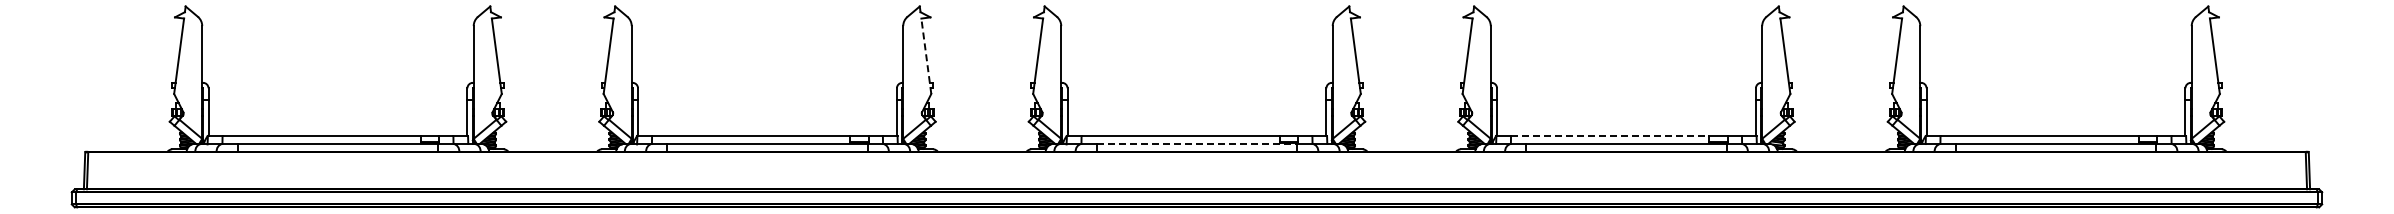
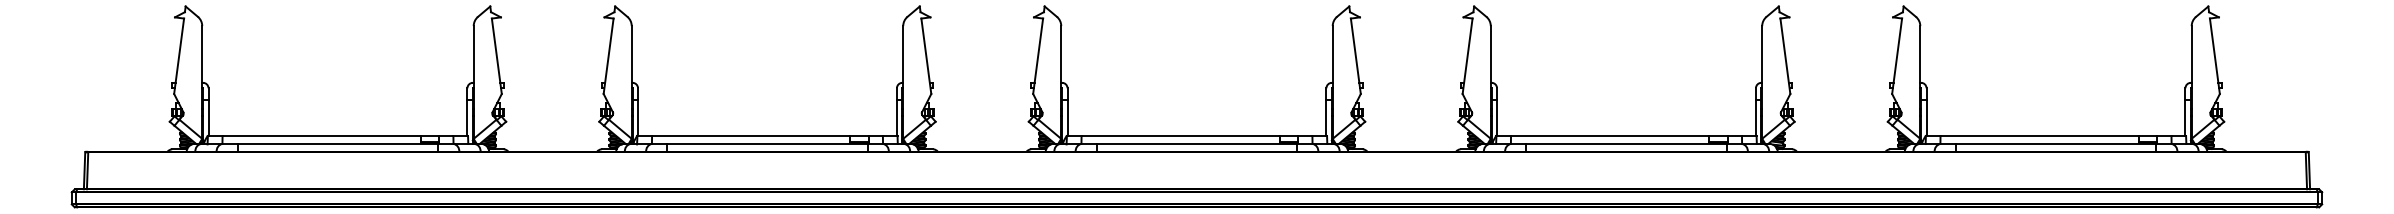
line at (926, 55): dashed -> solid
line at (1610, 136): dashed -> solid
line at (1197, 143): dashed -> solid
